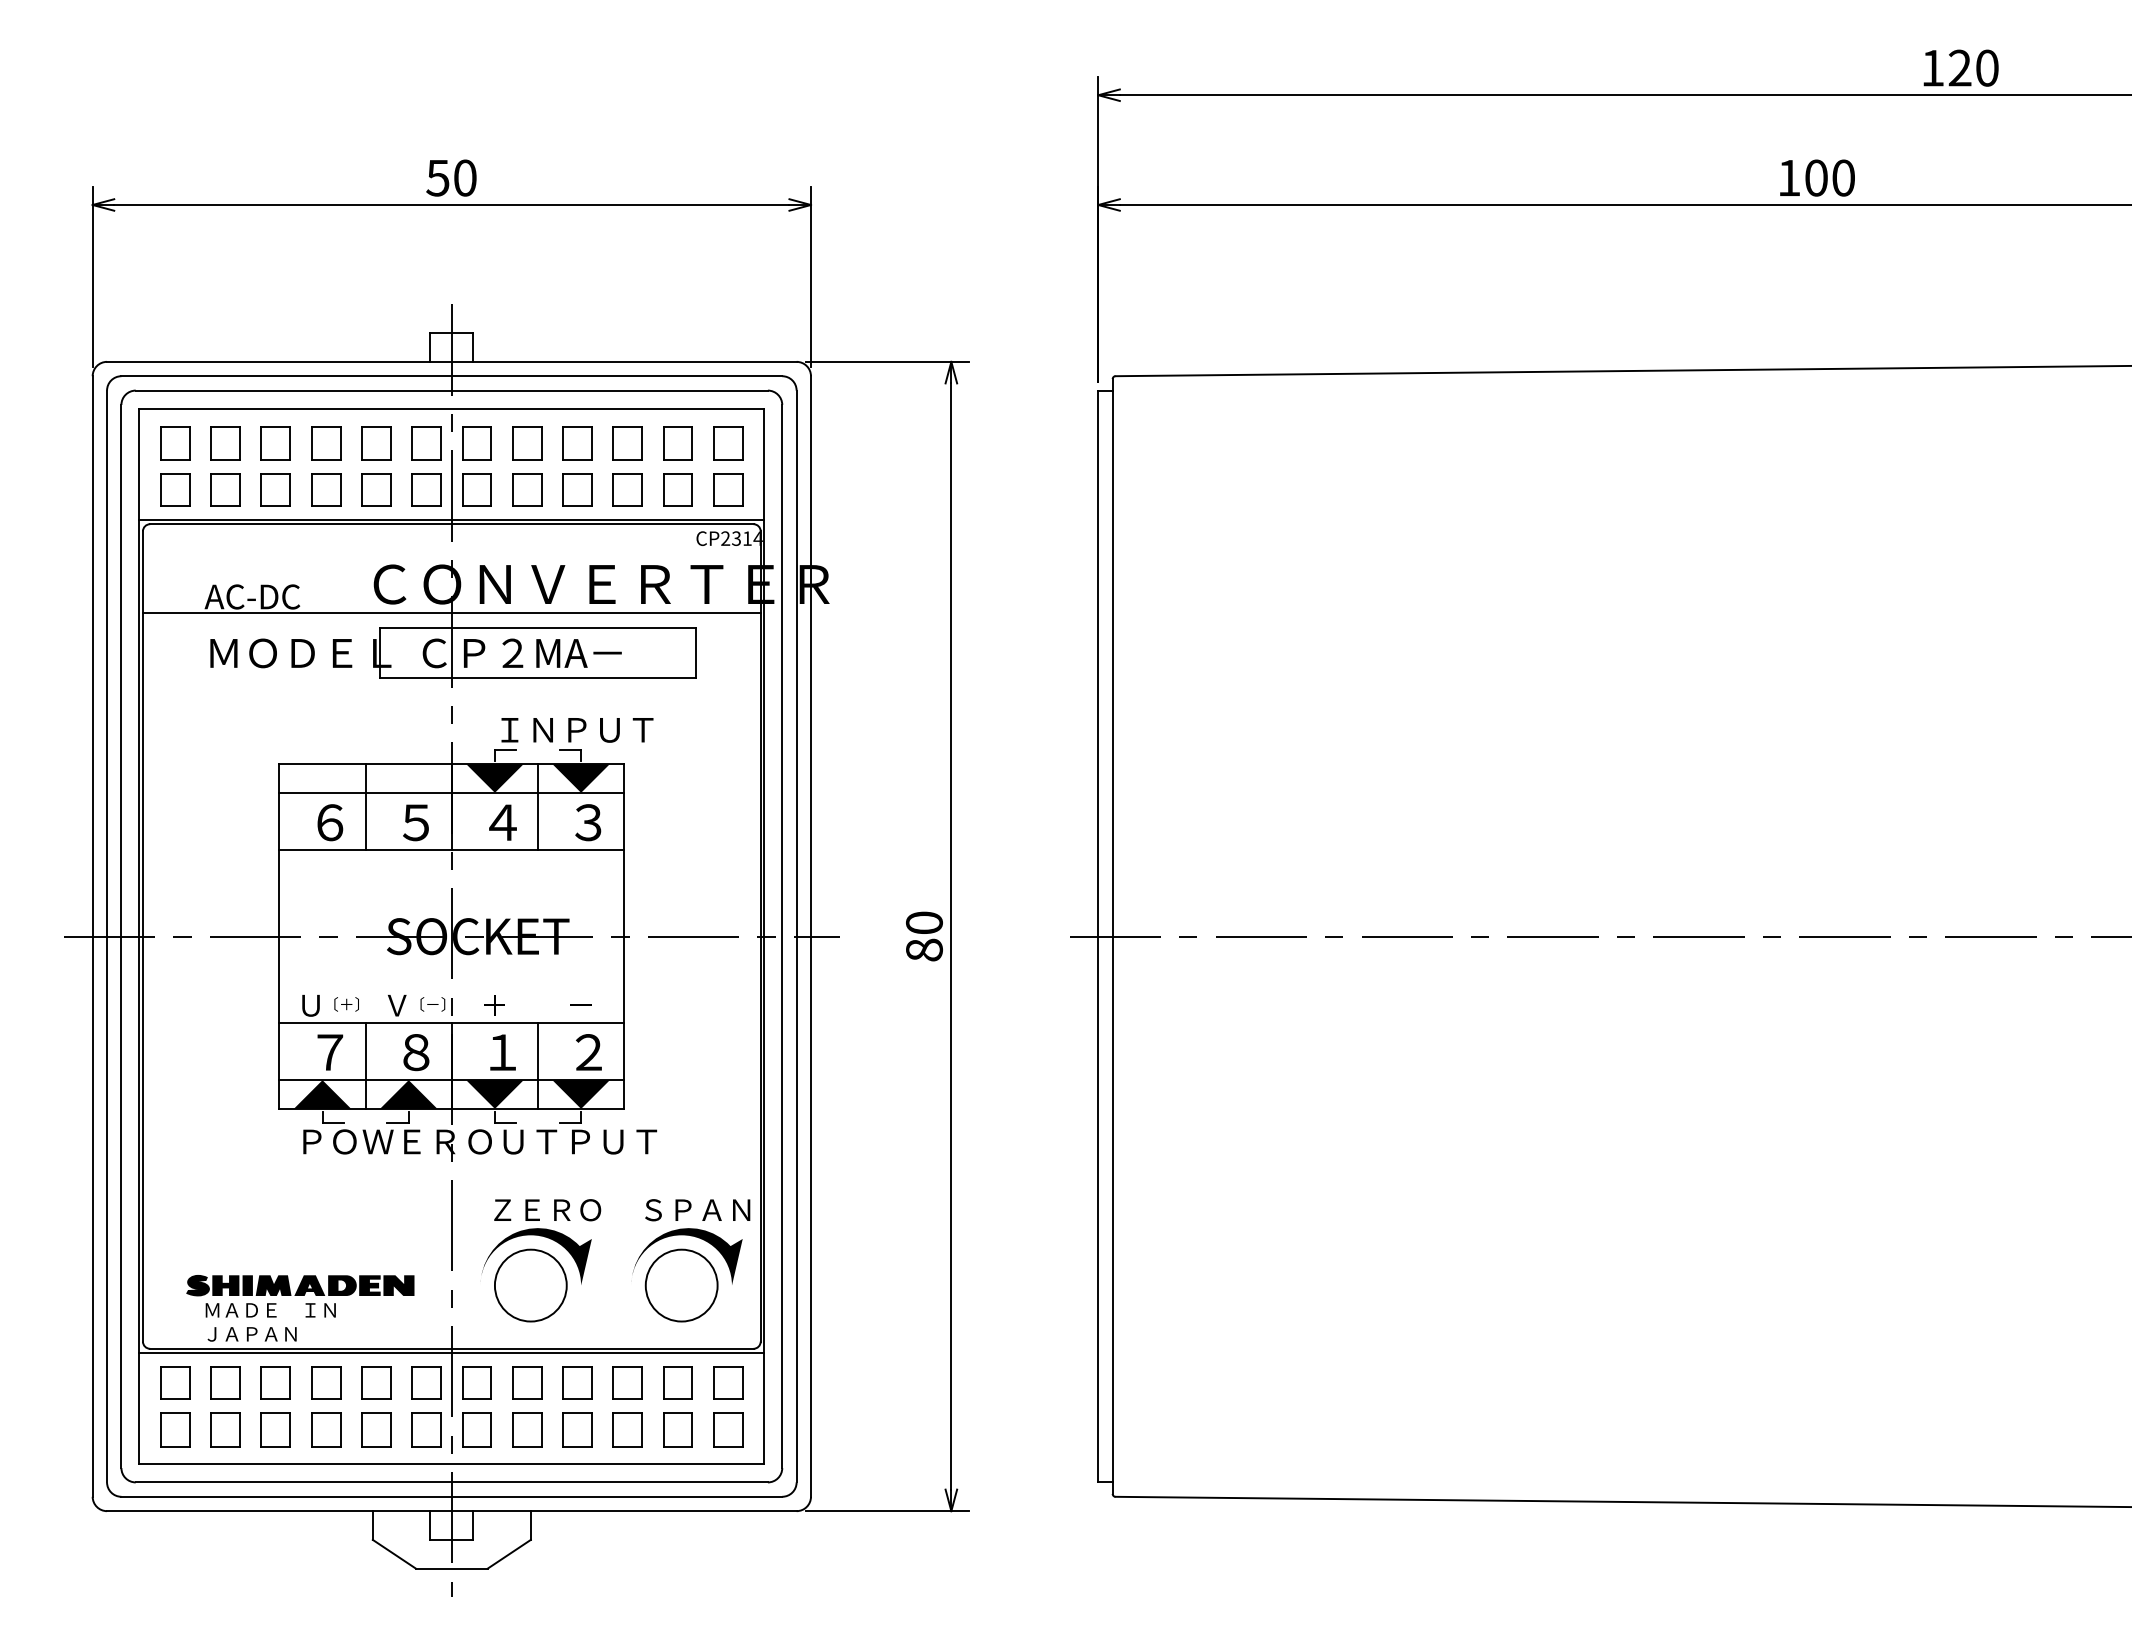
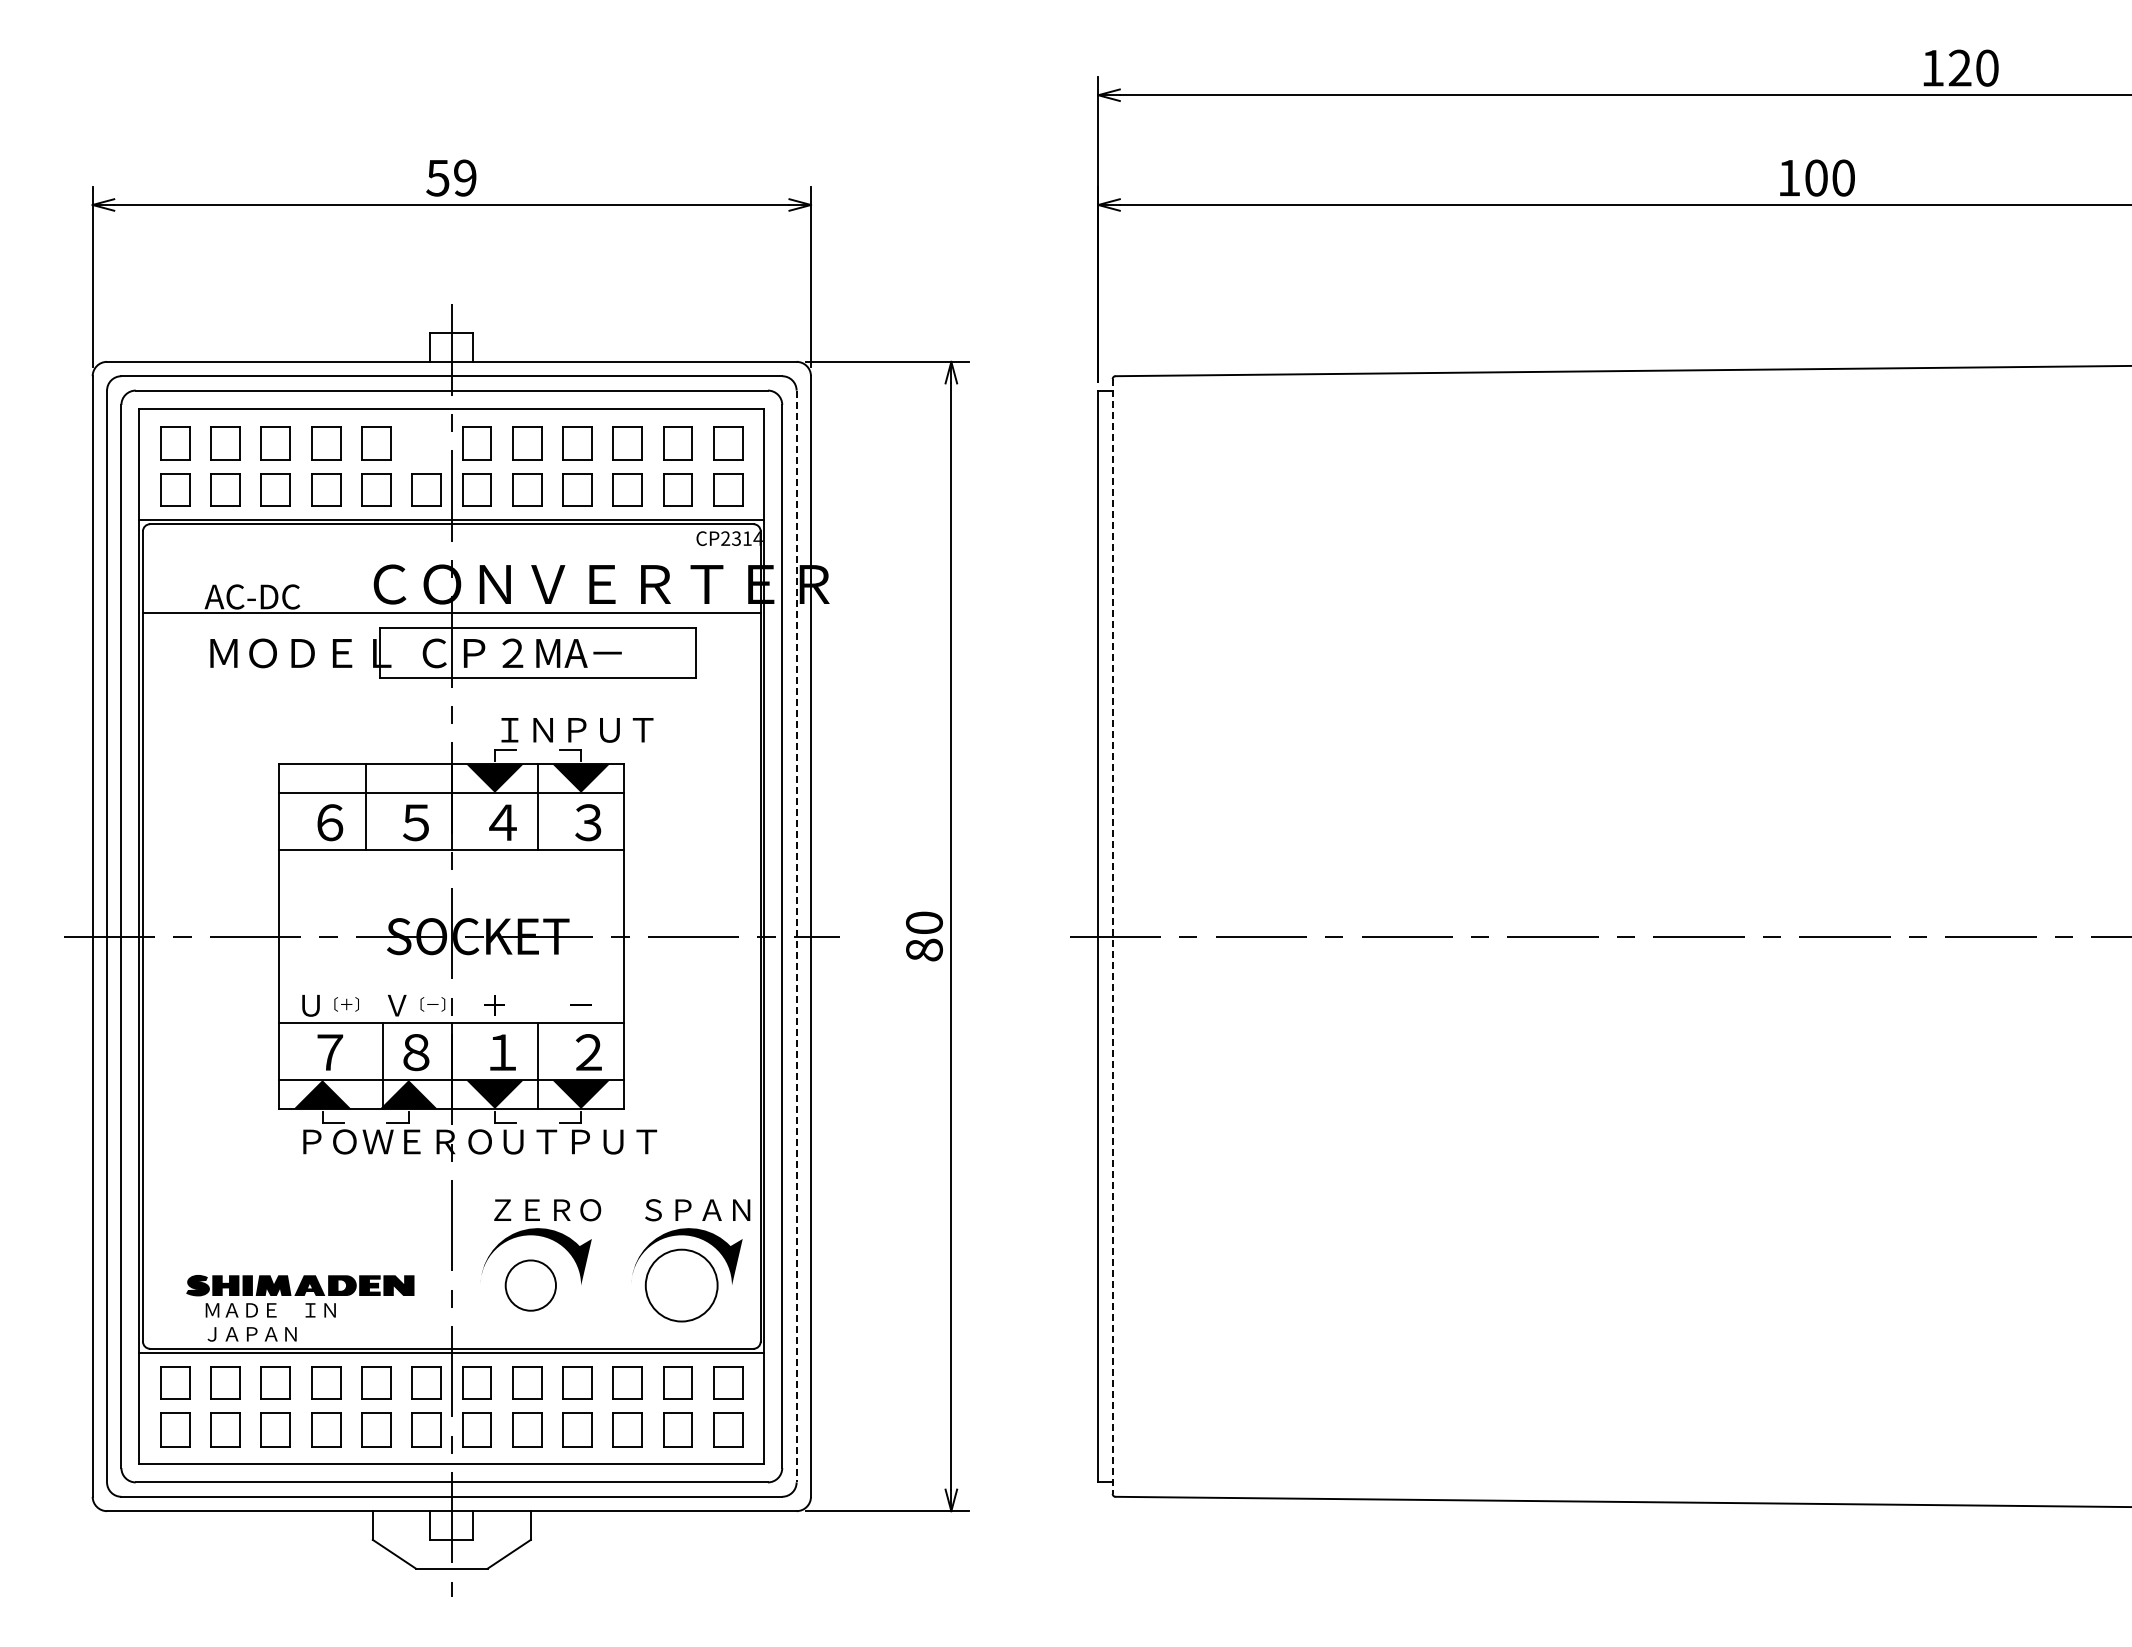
text at (465, 177): 50 -> 59
part at (426, 443): present -> none
line at (796, 936): solid -> dashed
line at (1112, 937): solid -> dashed
line at (365, 1065) position: (365, 1065) -> (382, 1065)
circle at (530, 1285) diameter: 72 px -> 50 px
